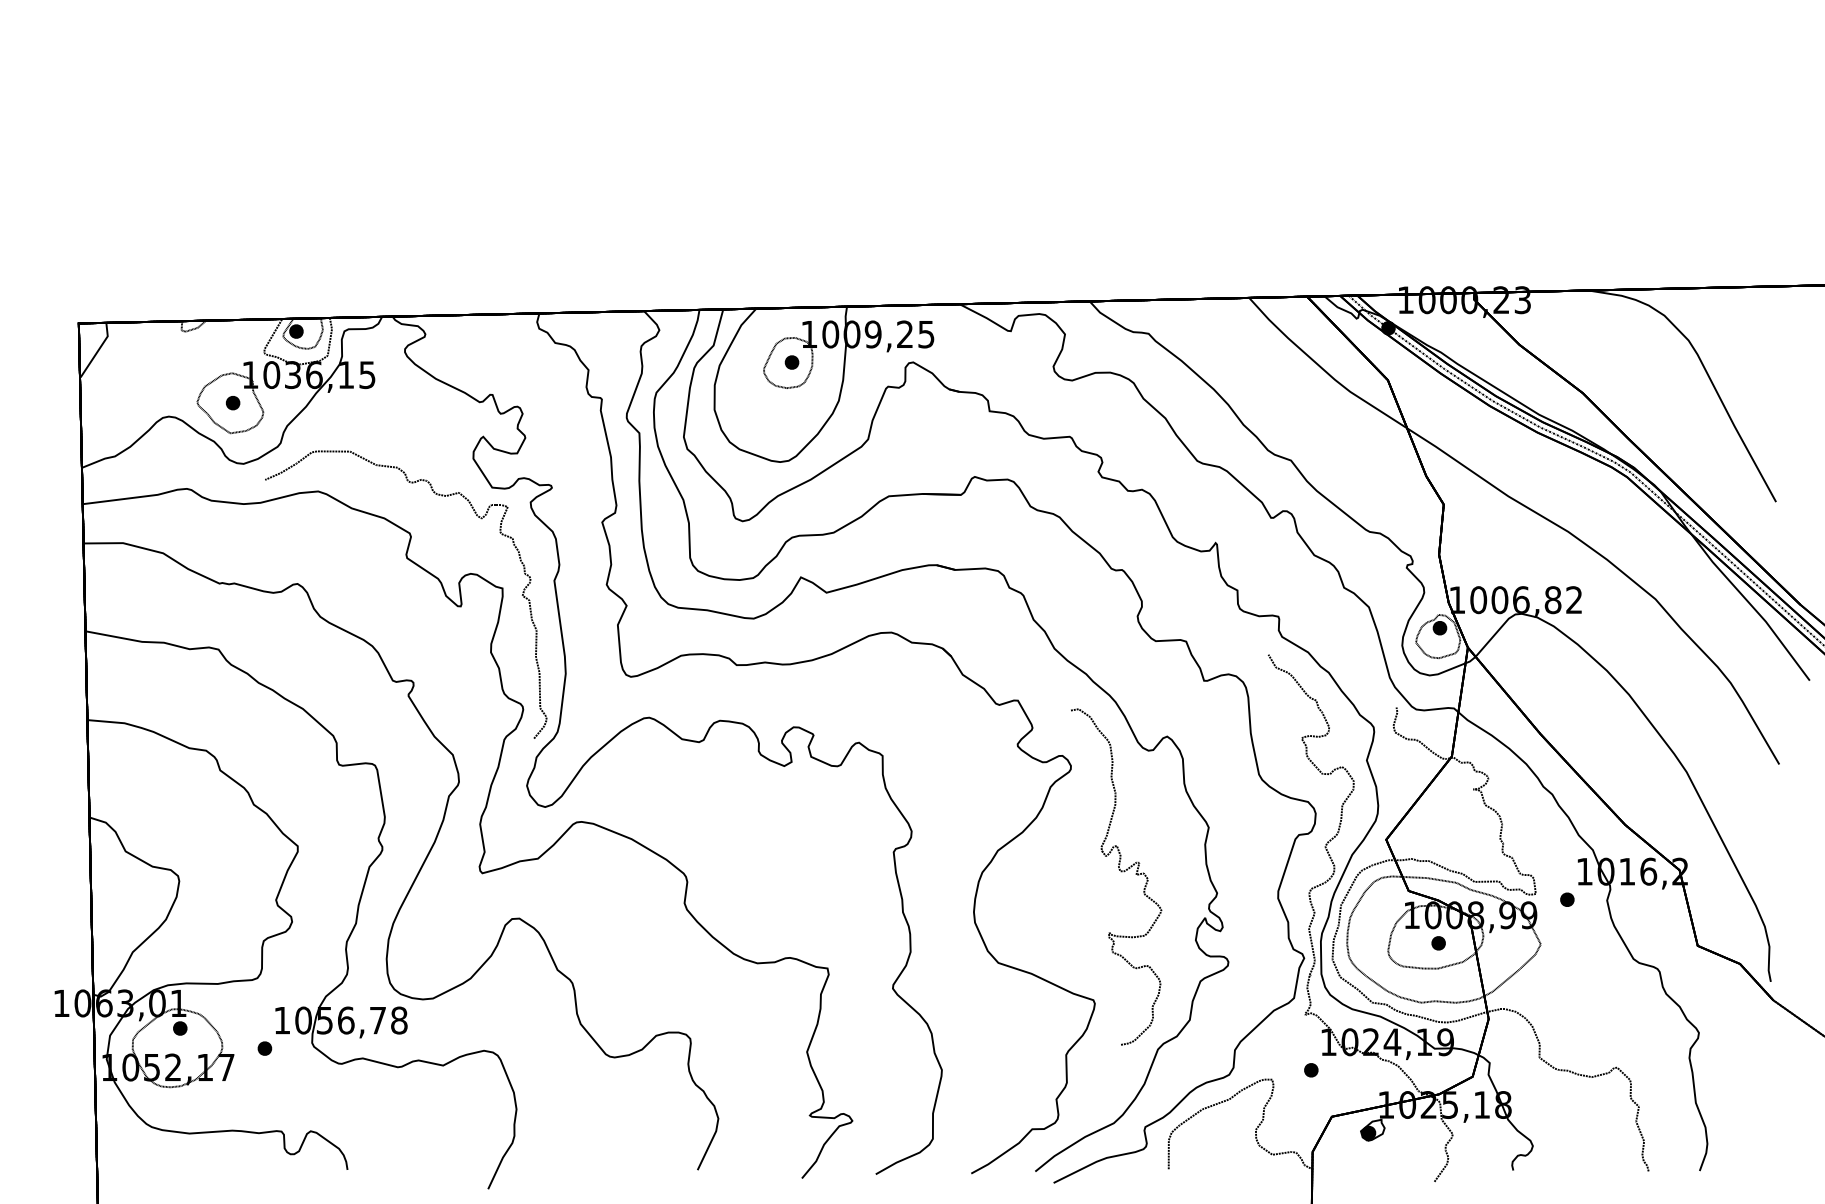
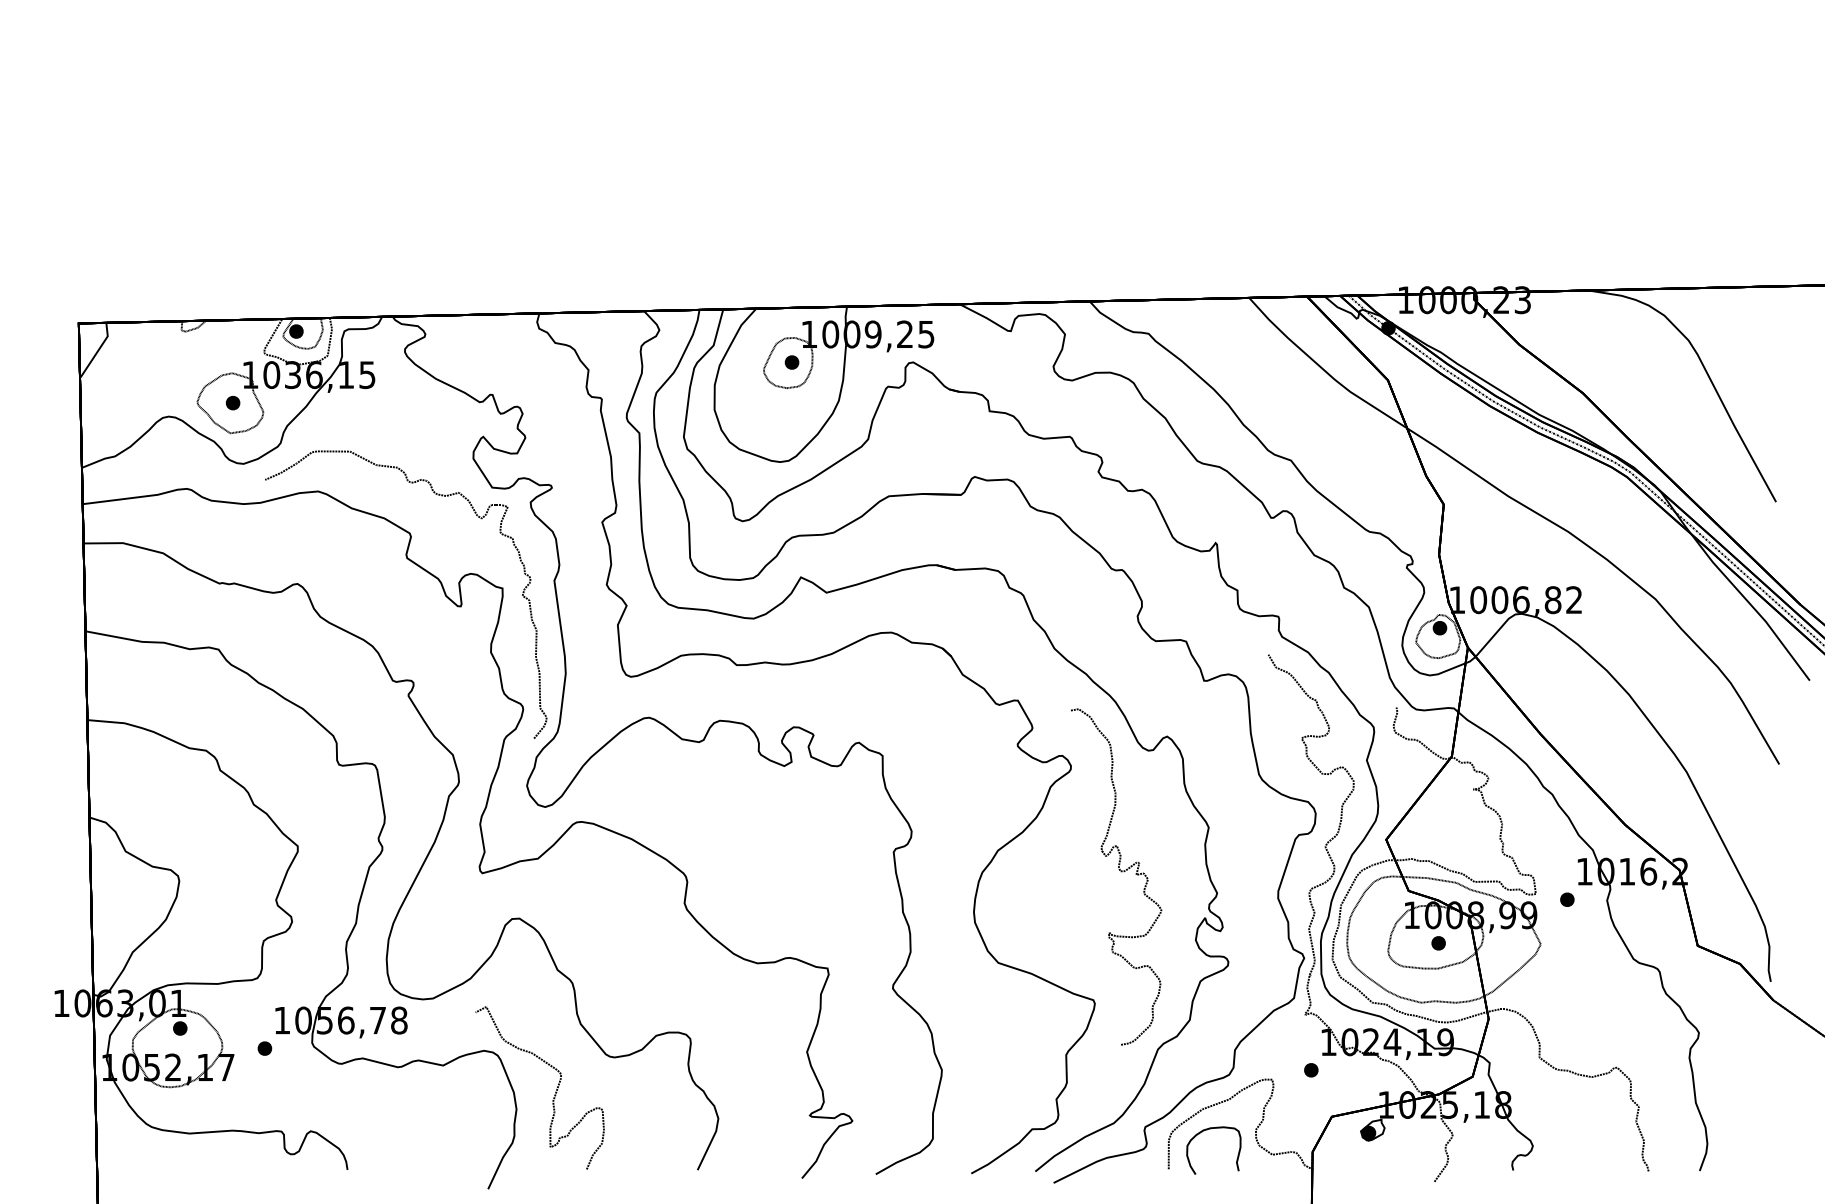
curve at (555, 1091): none -> present
curve at (1207, 1130): none -> present
